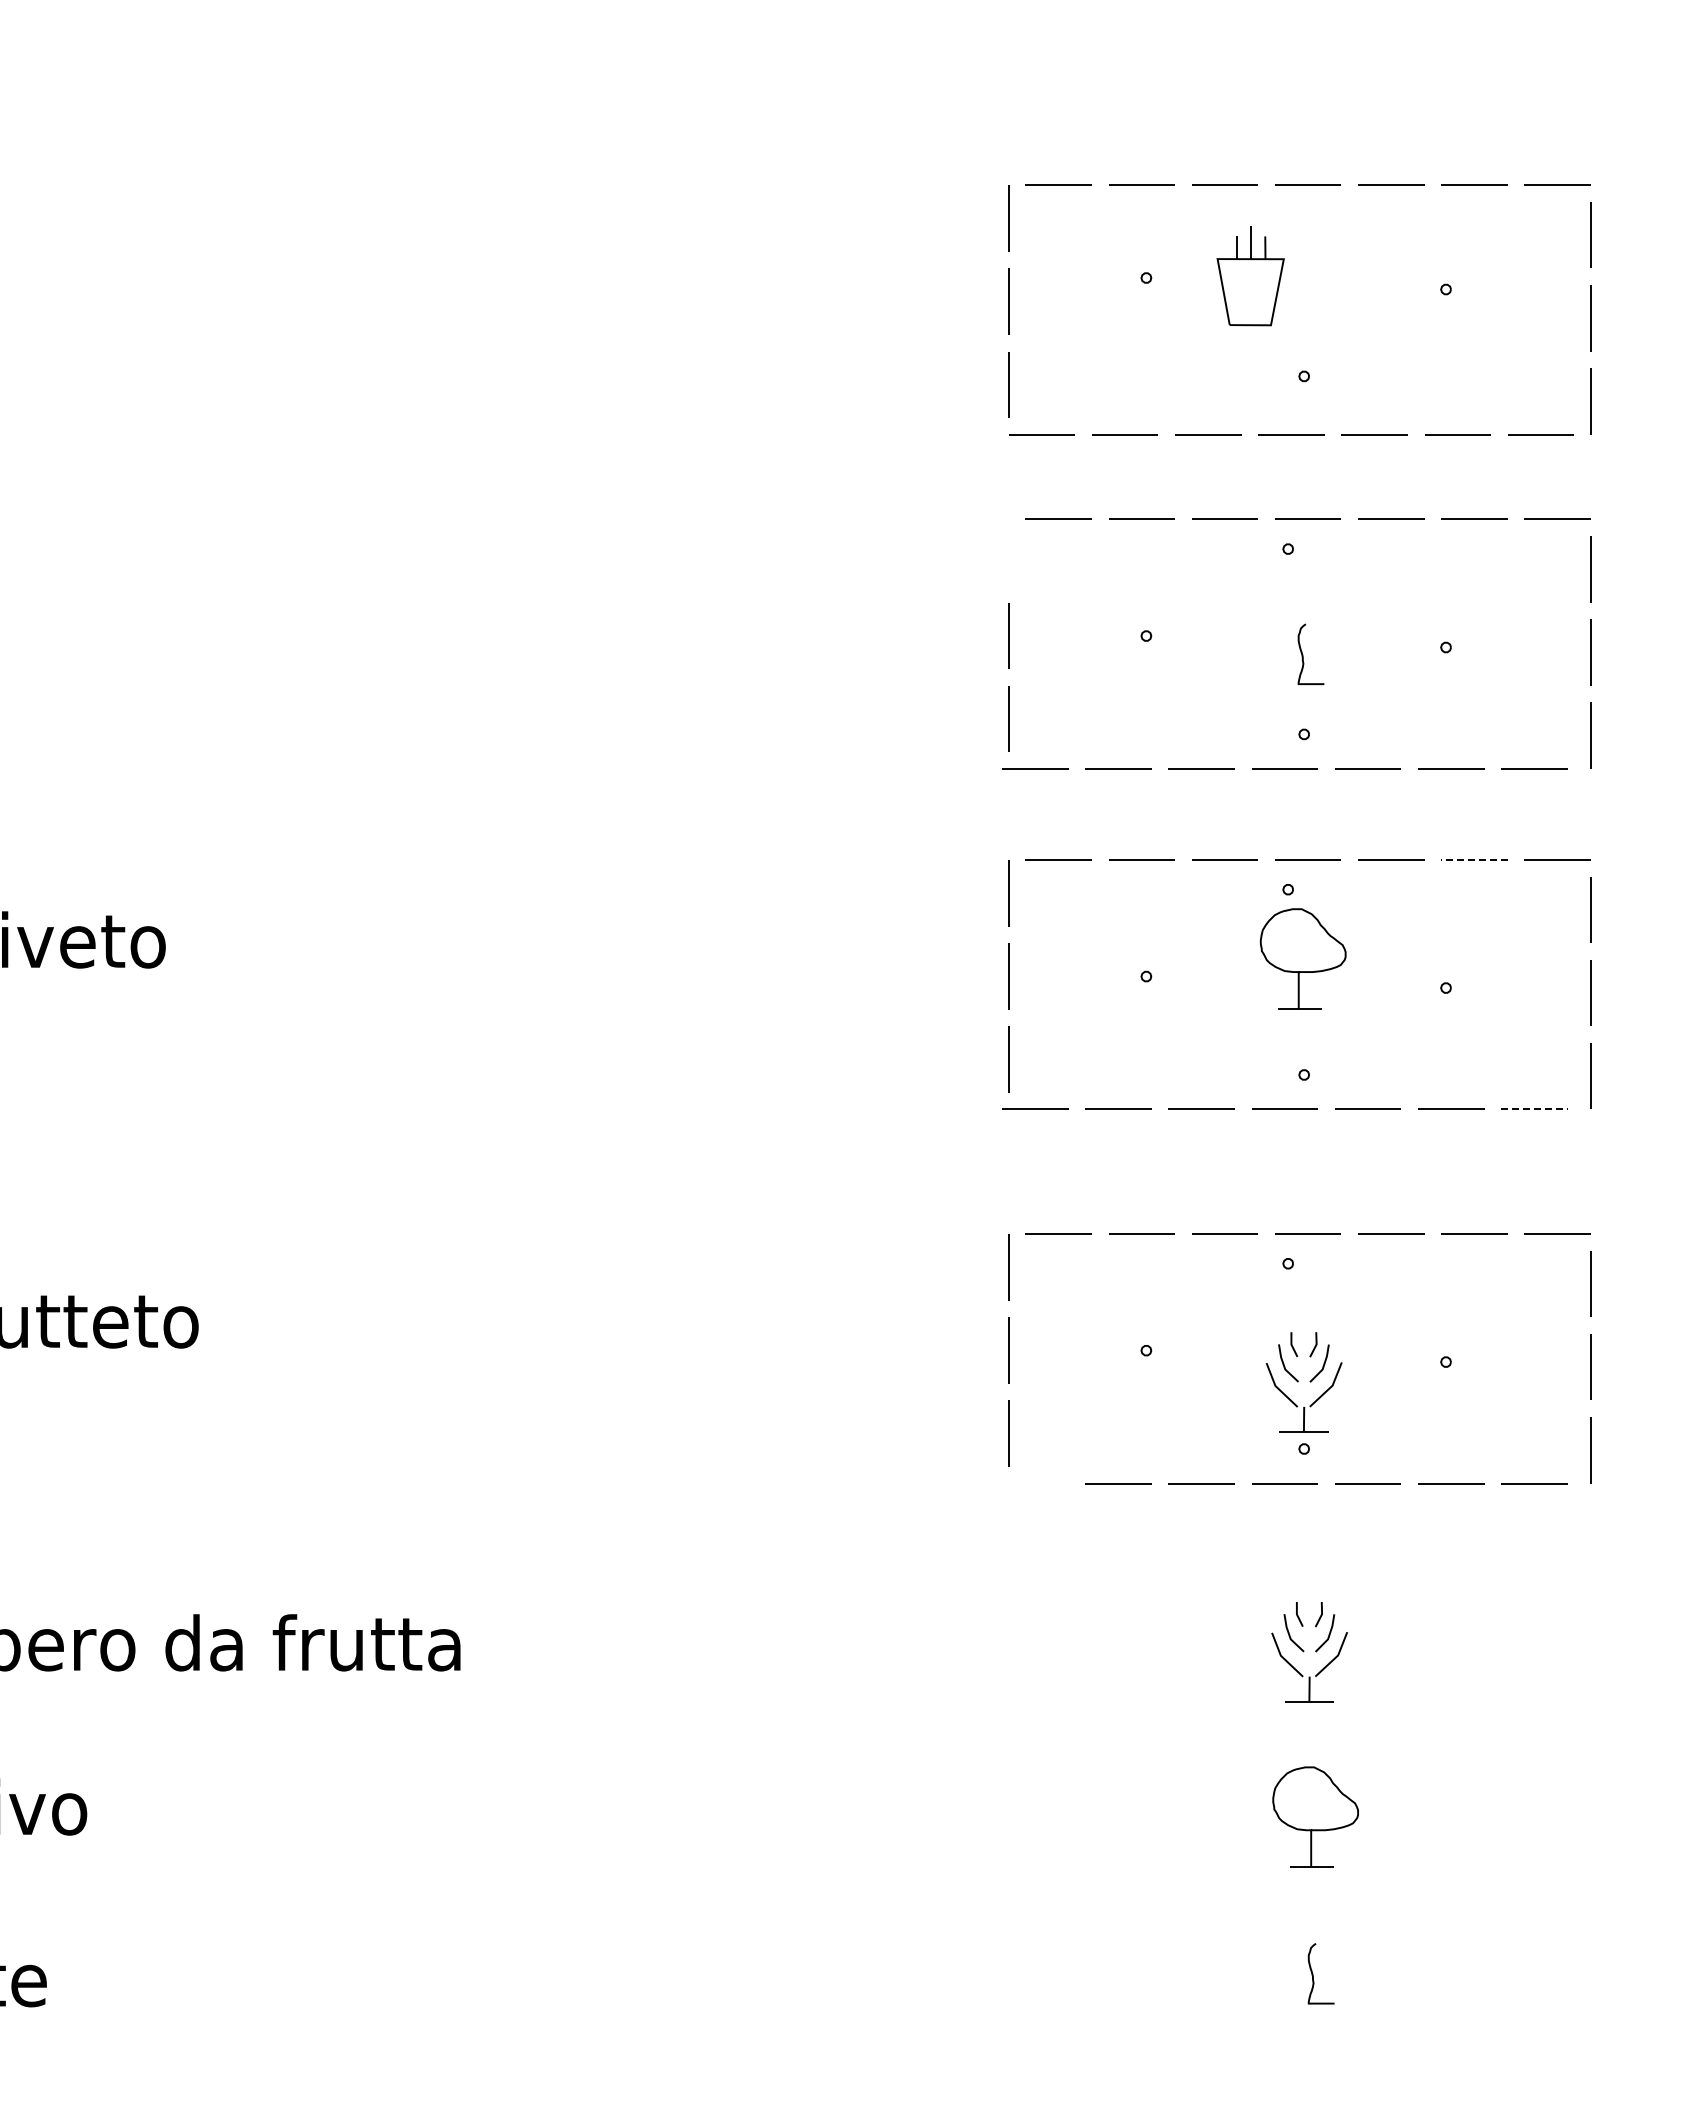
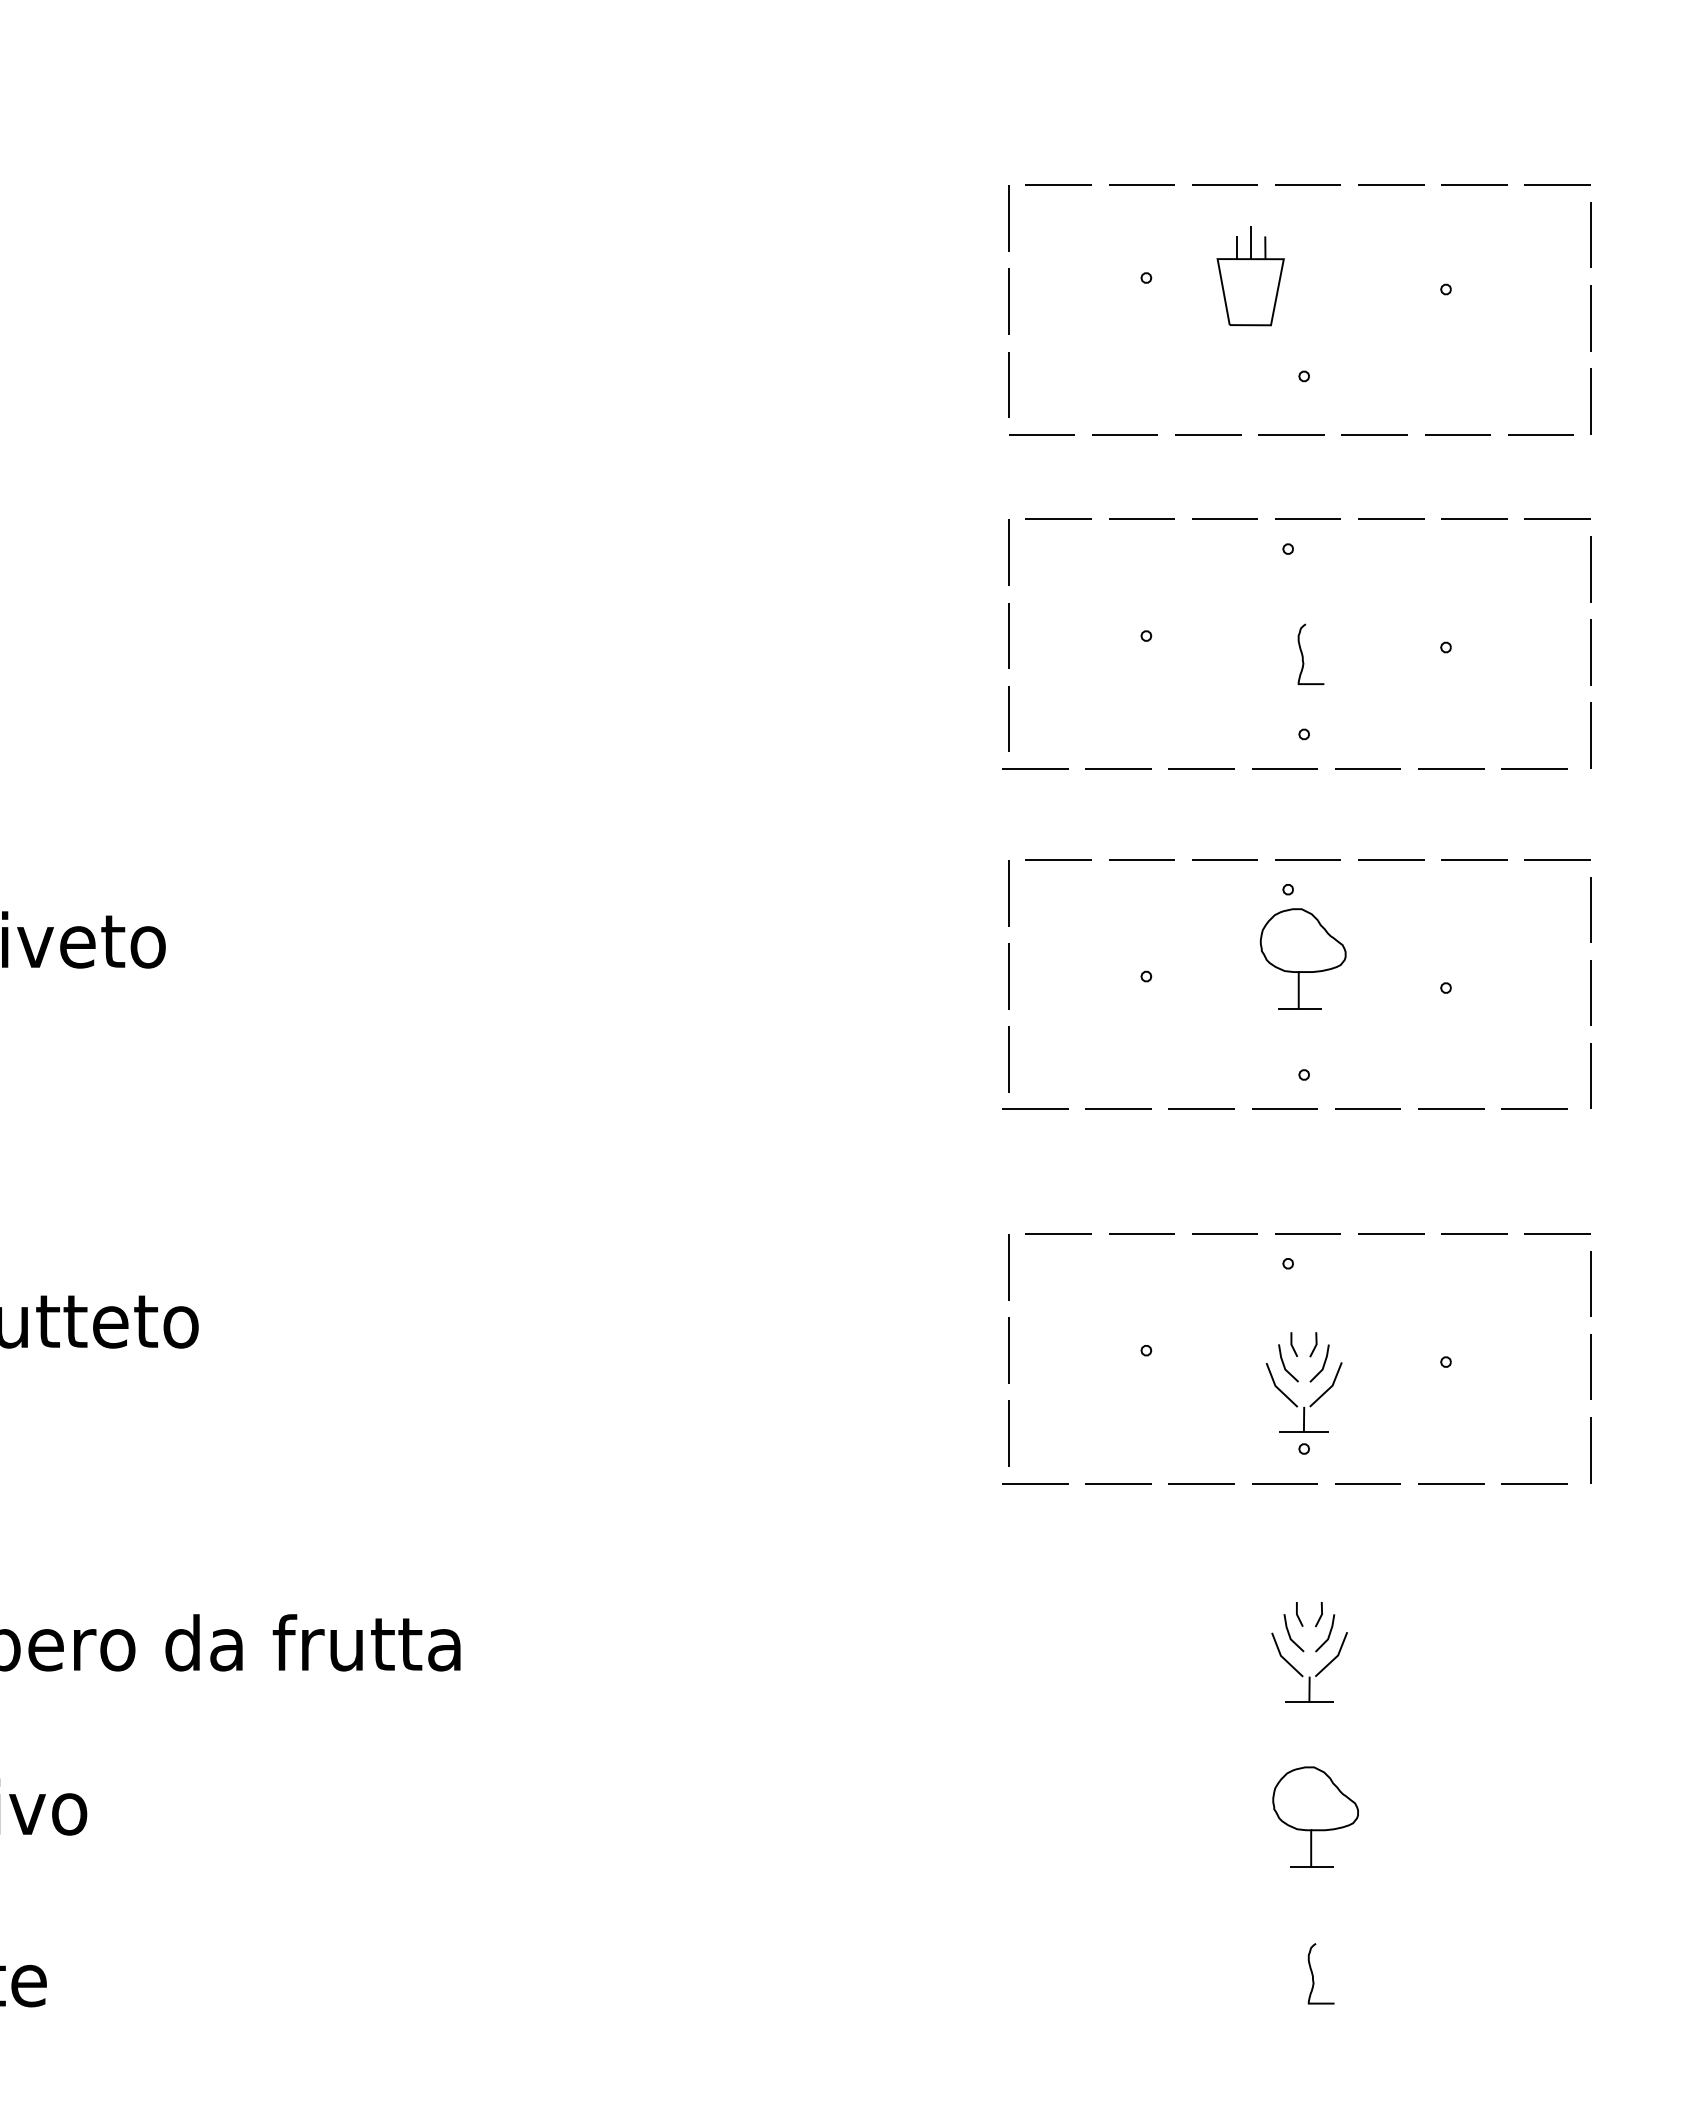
line at (1008, 552): none -> present
line at (1473, 859): dashed -> solid
line at (1534, 1109): dashed -> solid
line at (1035, 1483): none -> present
